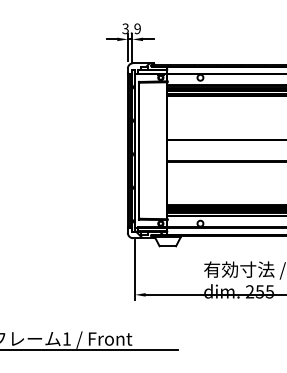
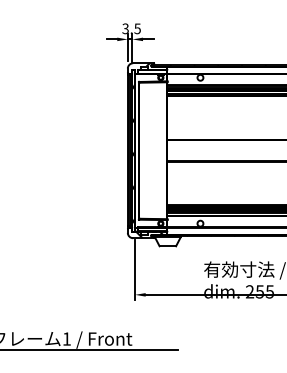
text at (137, 28): 3.9 -> 3.5
